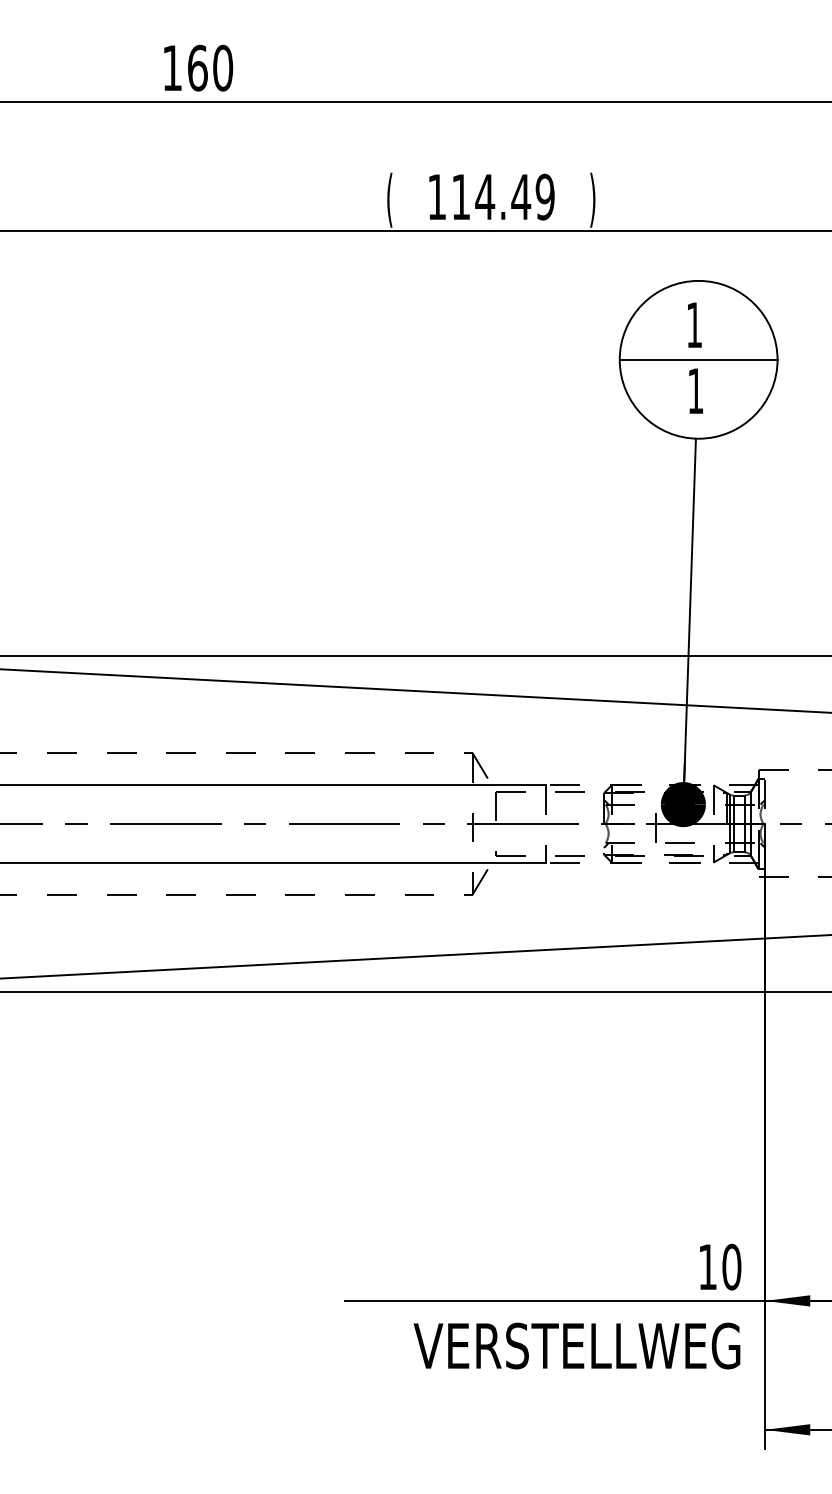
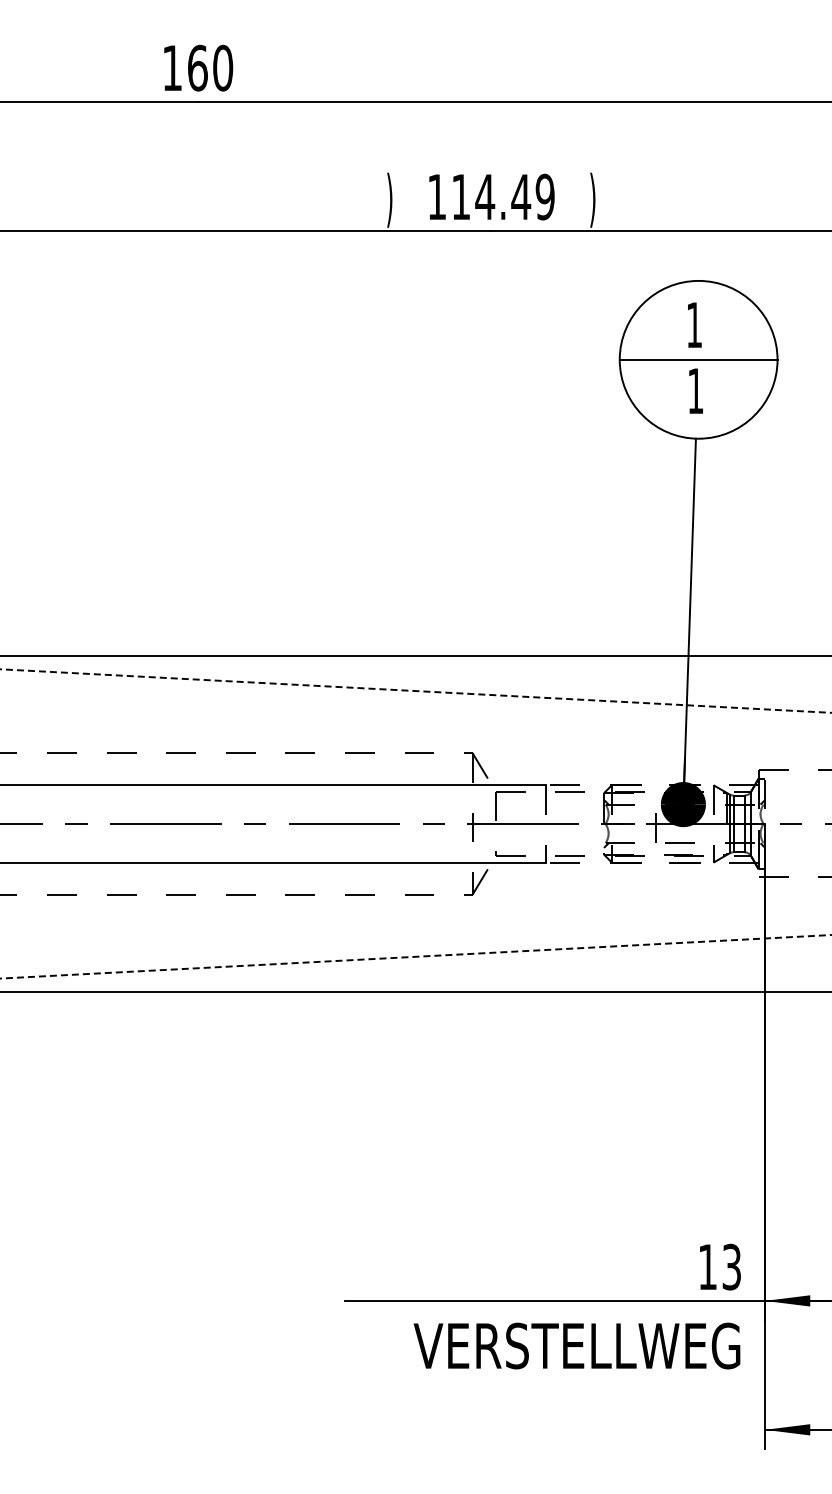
text at (389, 199): ( -> )
line at (416, 691): solid -> dashed
line at (416, 956): solid -> dashed
text at (731, 1266): 10 -> 13
